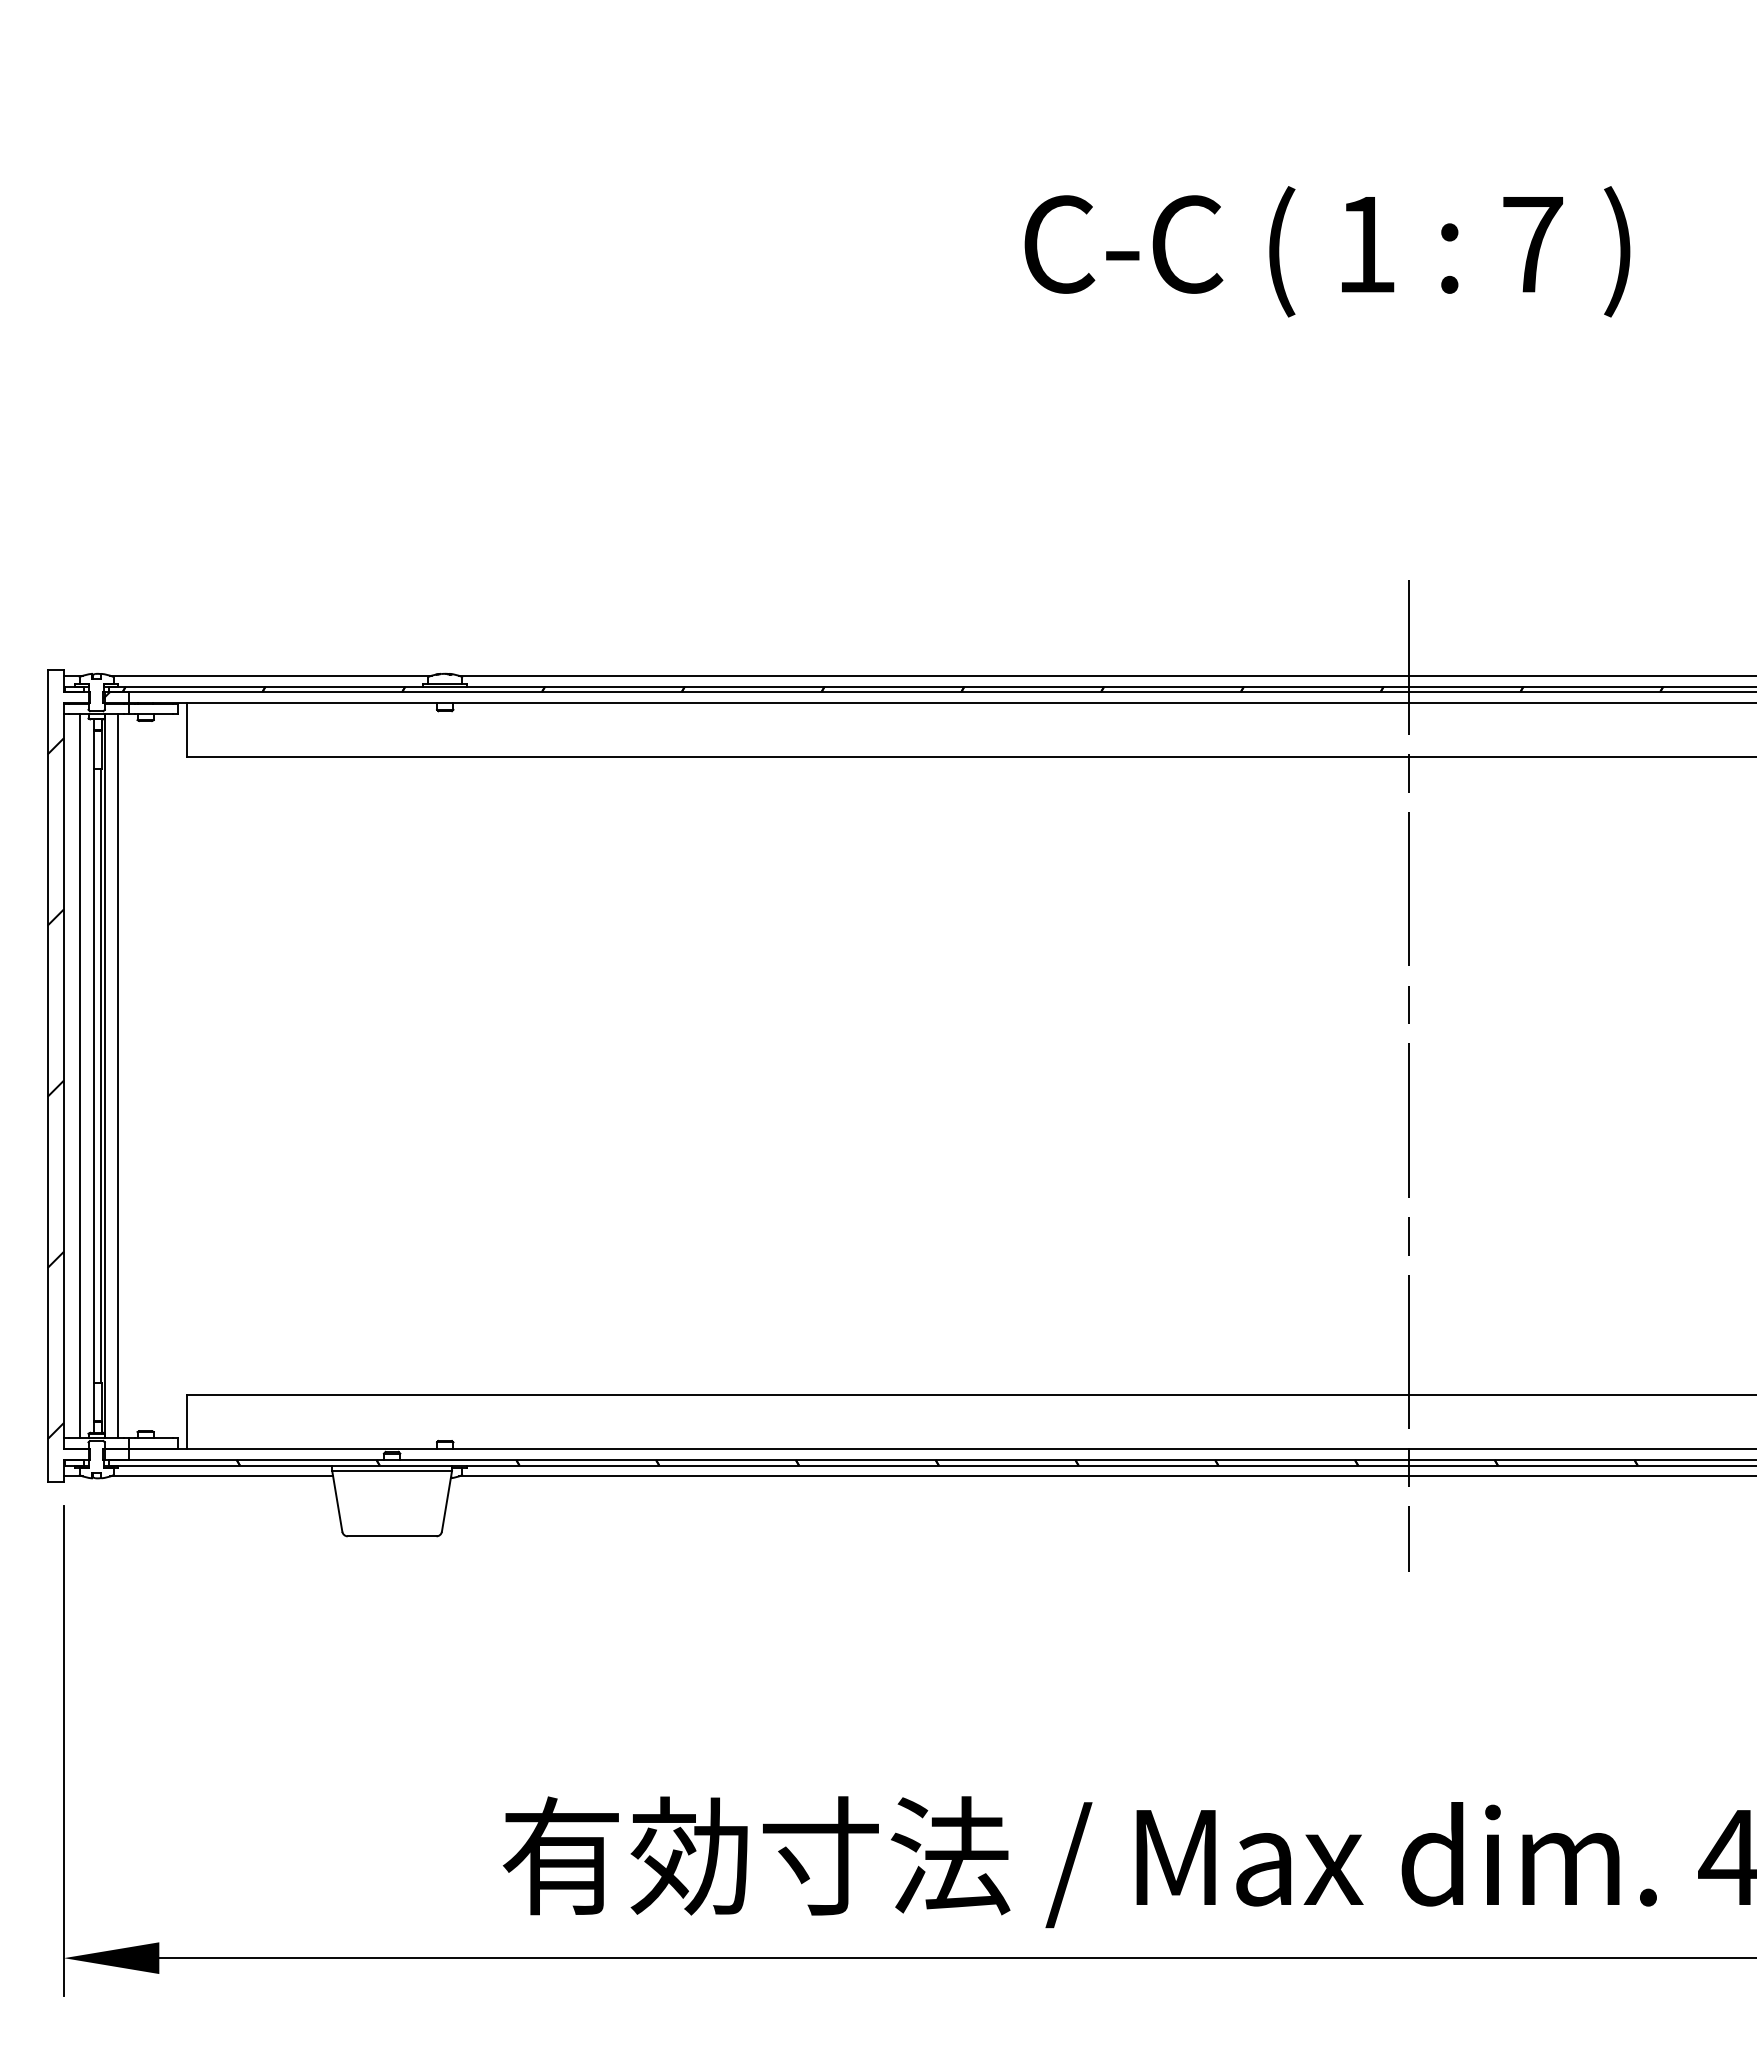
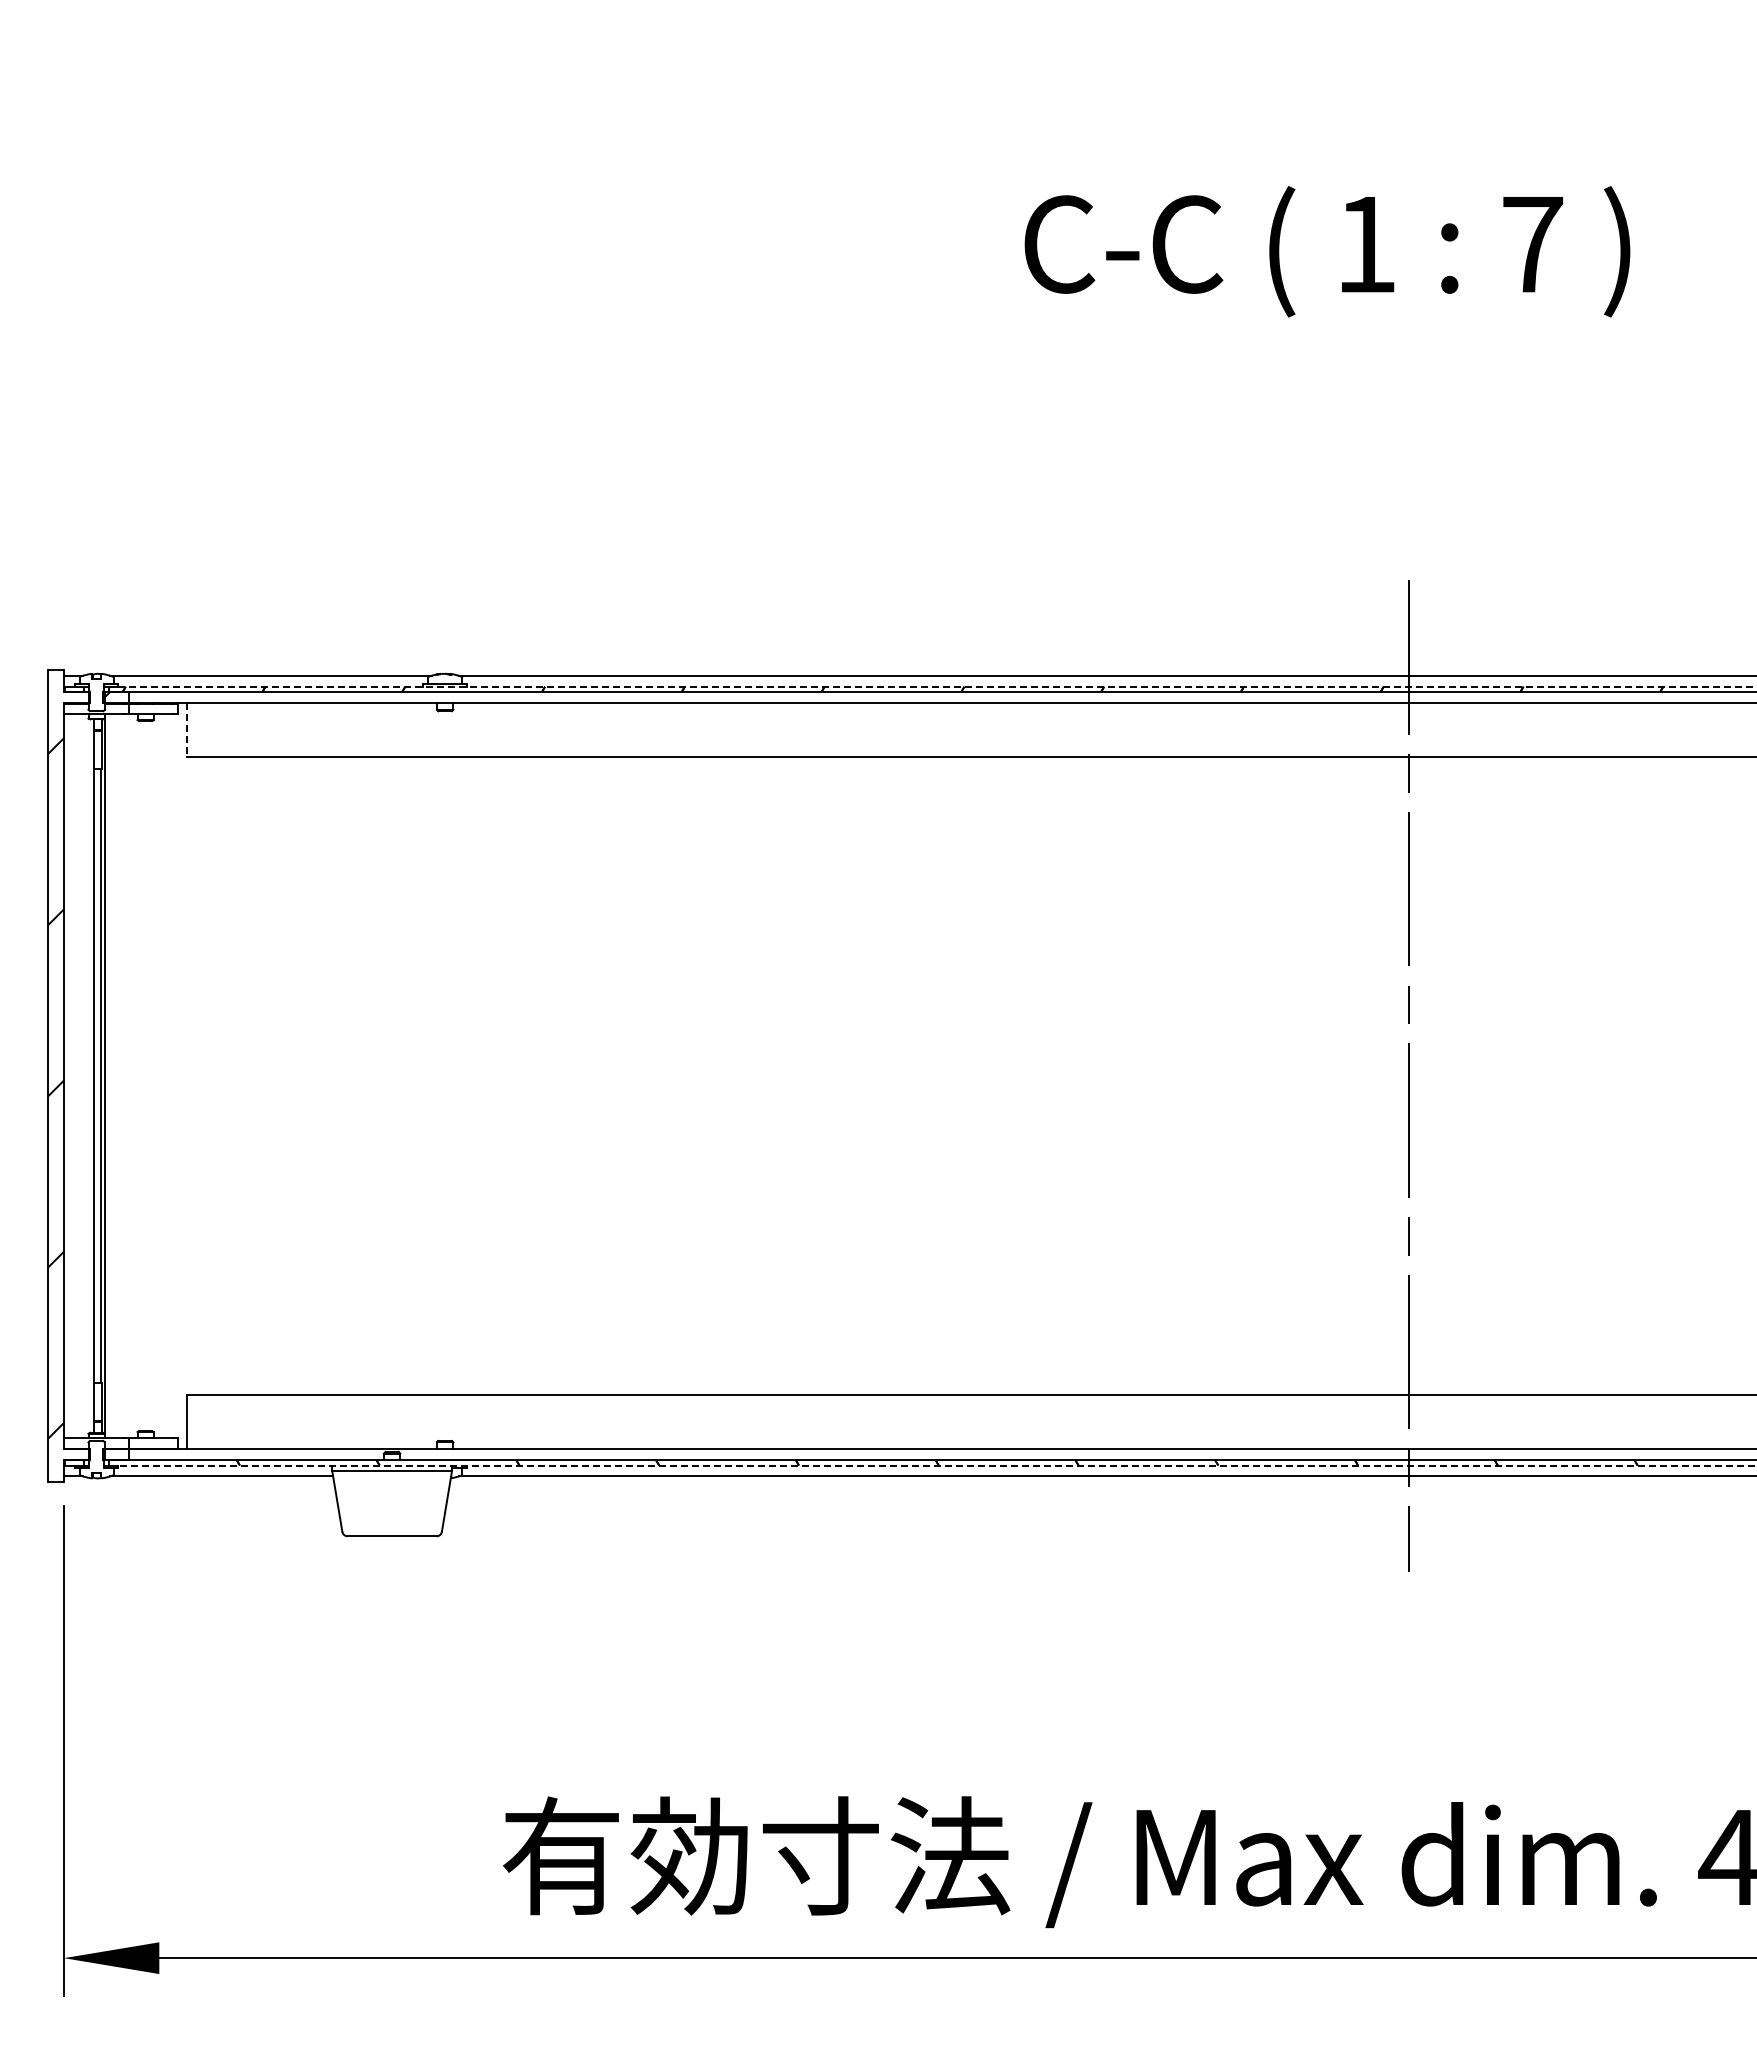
line at (932, 686): solid -> dashed
line at (186, 730): solid -> dashed
line at (80, 1075): present -> none
line at (118, 1075): present -> none
line at (932, 1465): solid -> dashed
